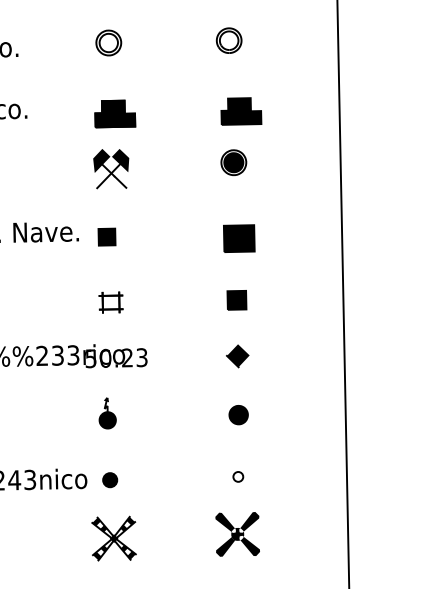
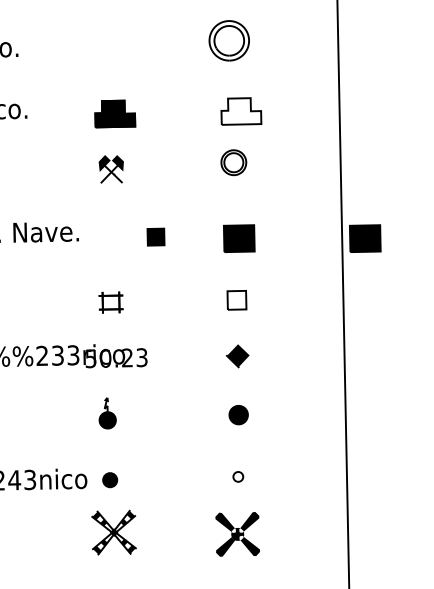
part at (228, 40) size: 28x27 px -> 42x42 px
part at (108, 42): present -> none
fill at (241, 111): present -> none
fill at (233, 162): present -> none
part at (111, 169) size: 37x41 px -> 26x29 px
part at (106, 236) position: (106, 236) -> (155, 236)
part at (365, 238): none -> present
fill at (236, 299): present -> none
part at (113, 538) position: (113, 538) -> (113, 532)
